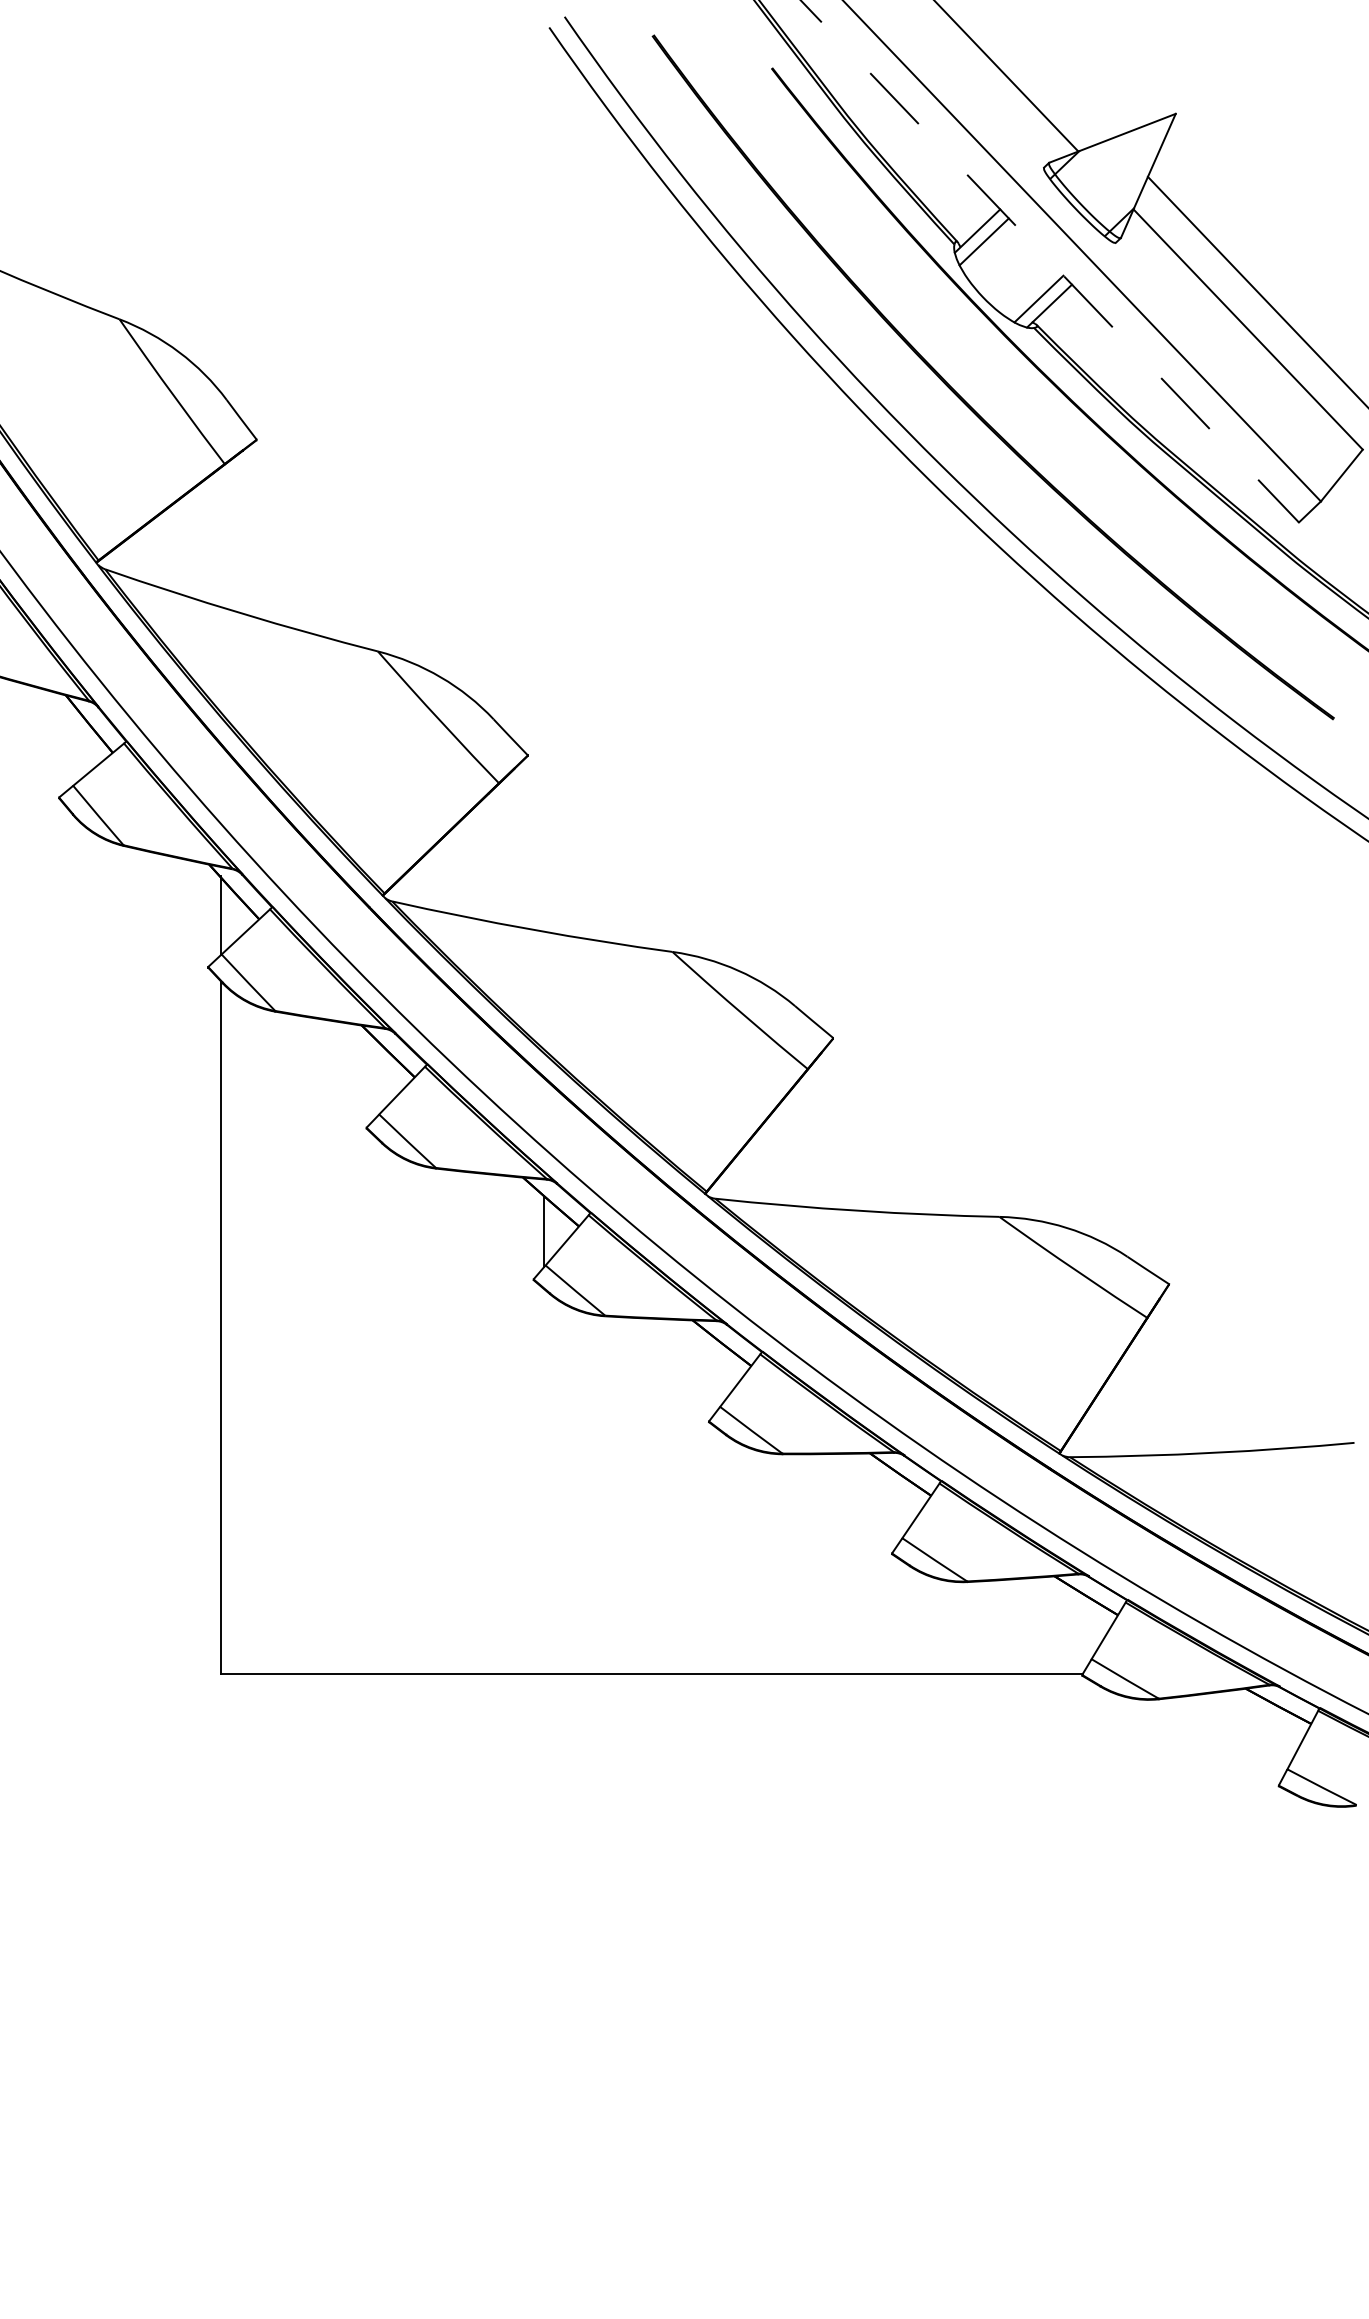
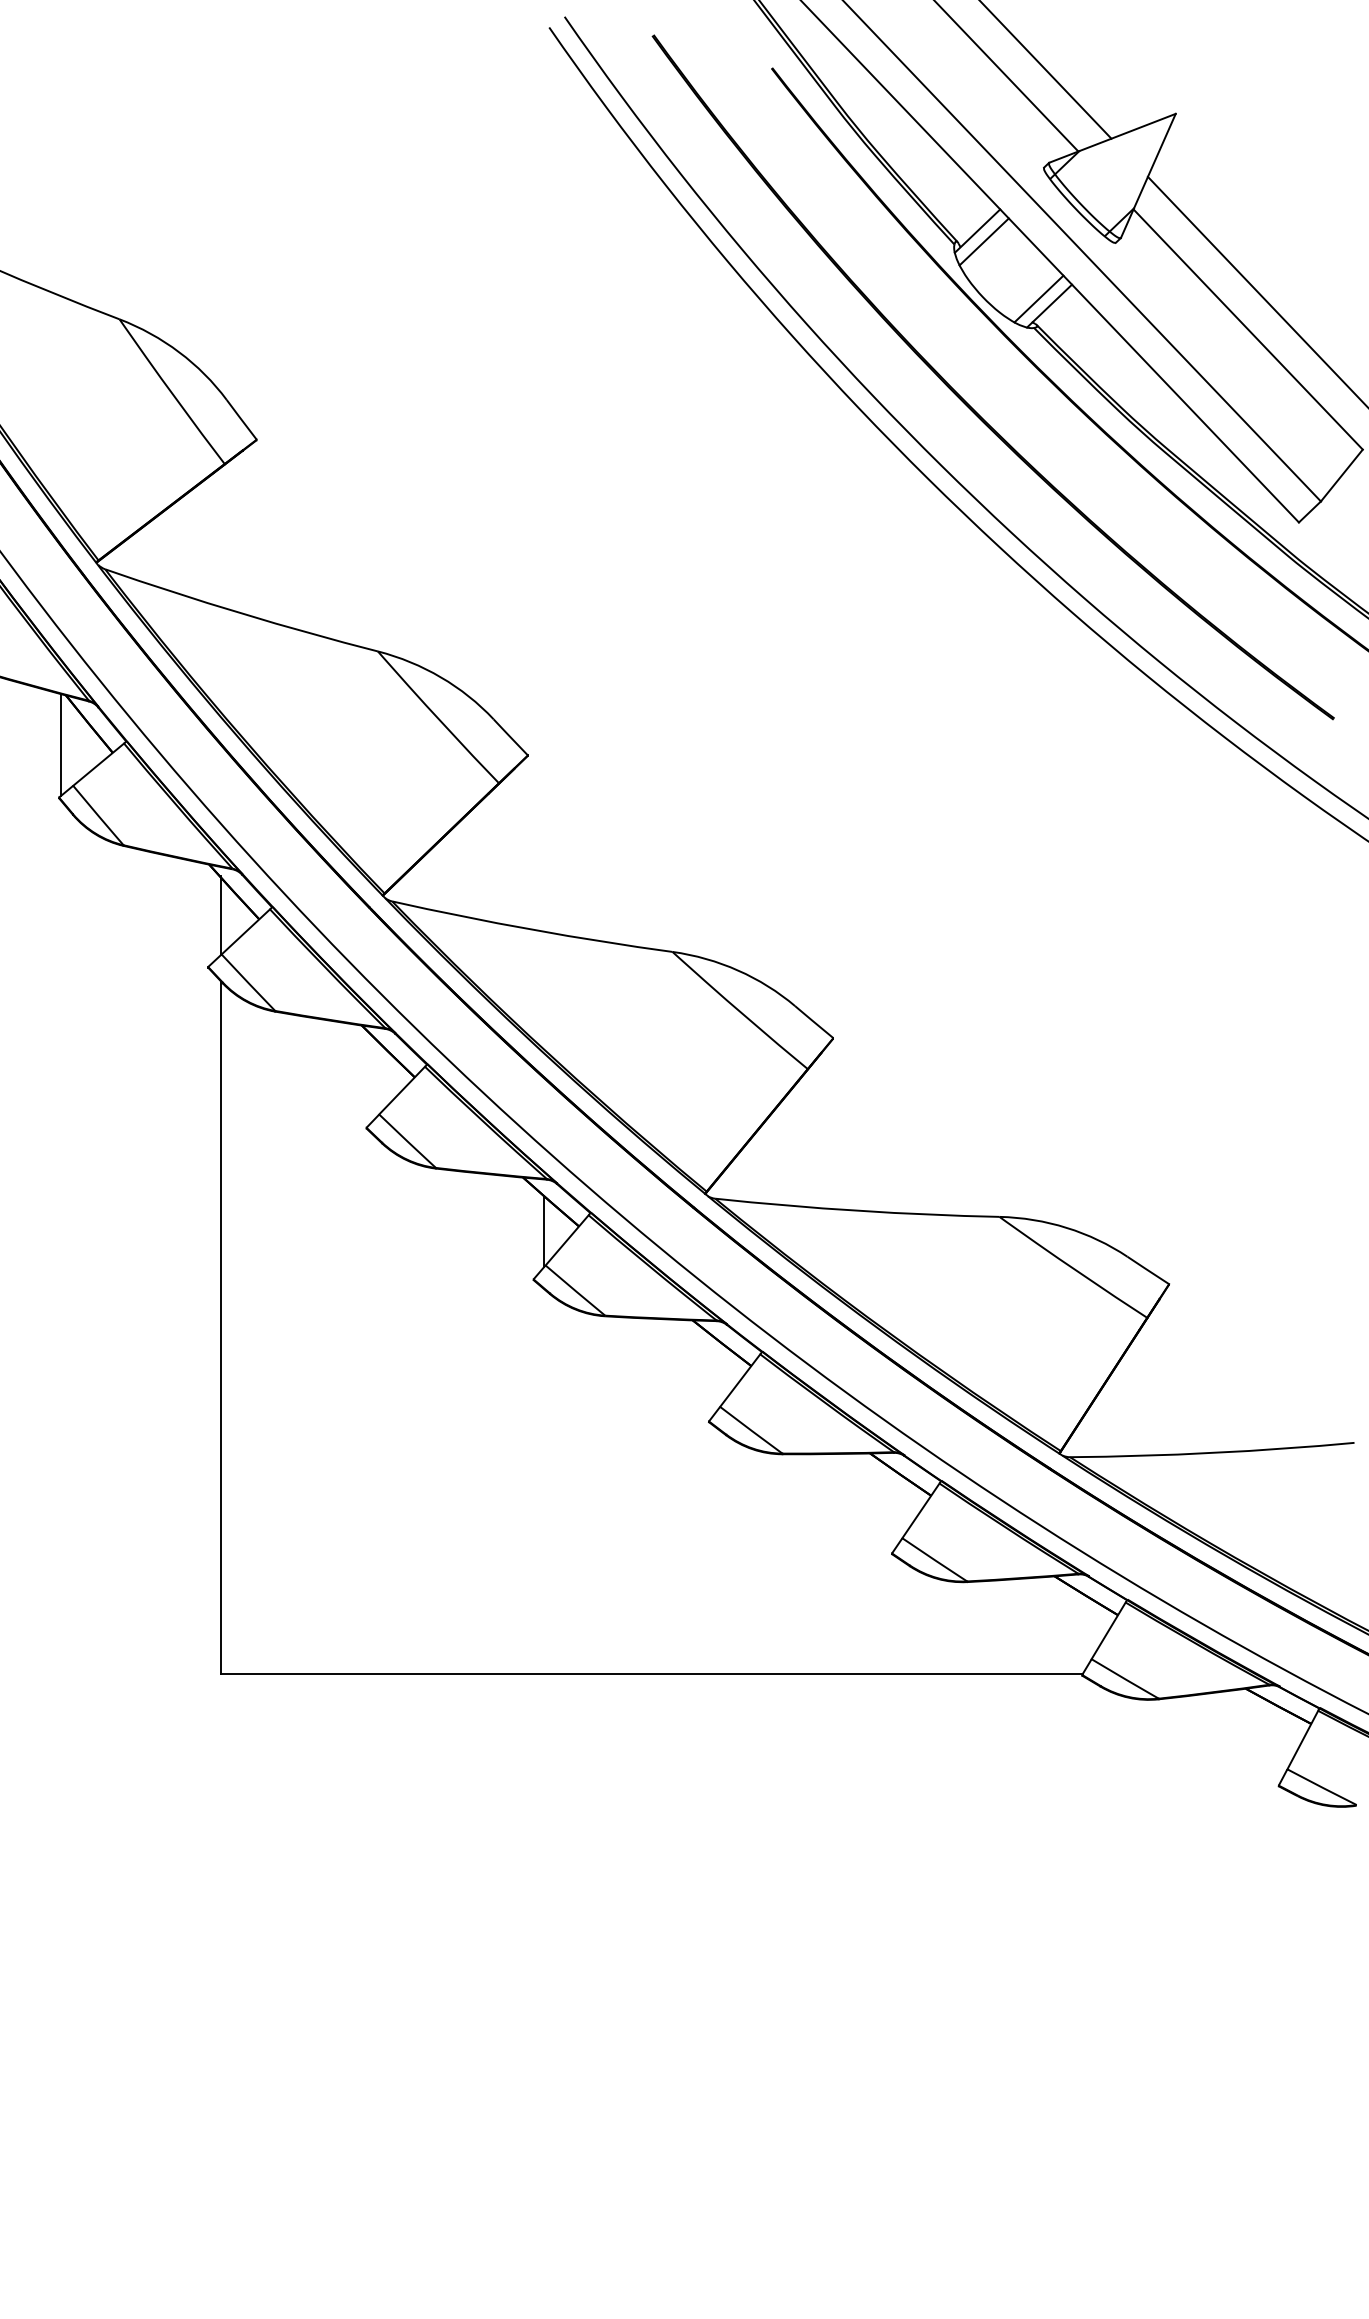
line at (1046, 70): none -> present
line at (1049, 261): dashed -> solid
line at (60, 745): none -> present
